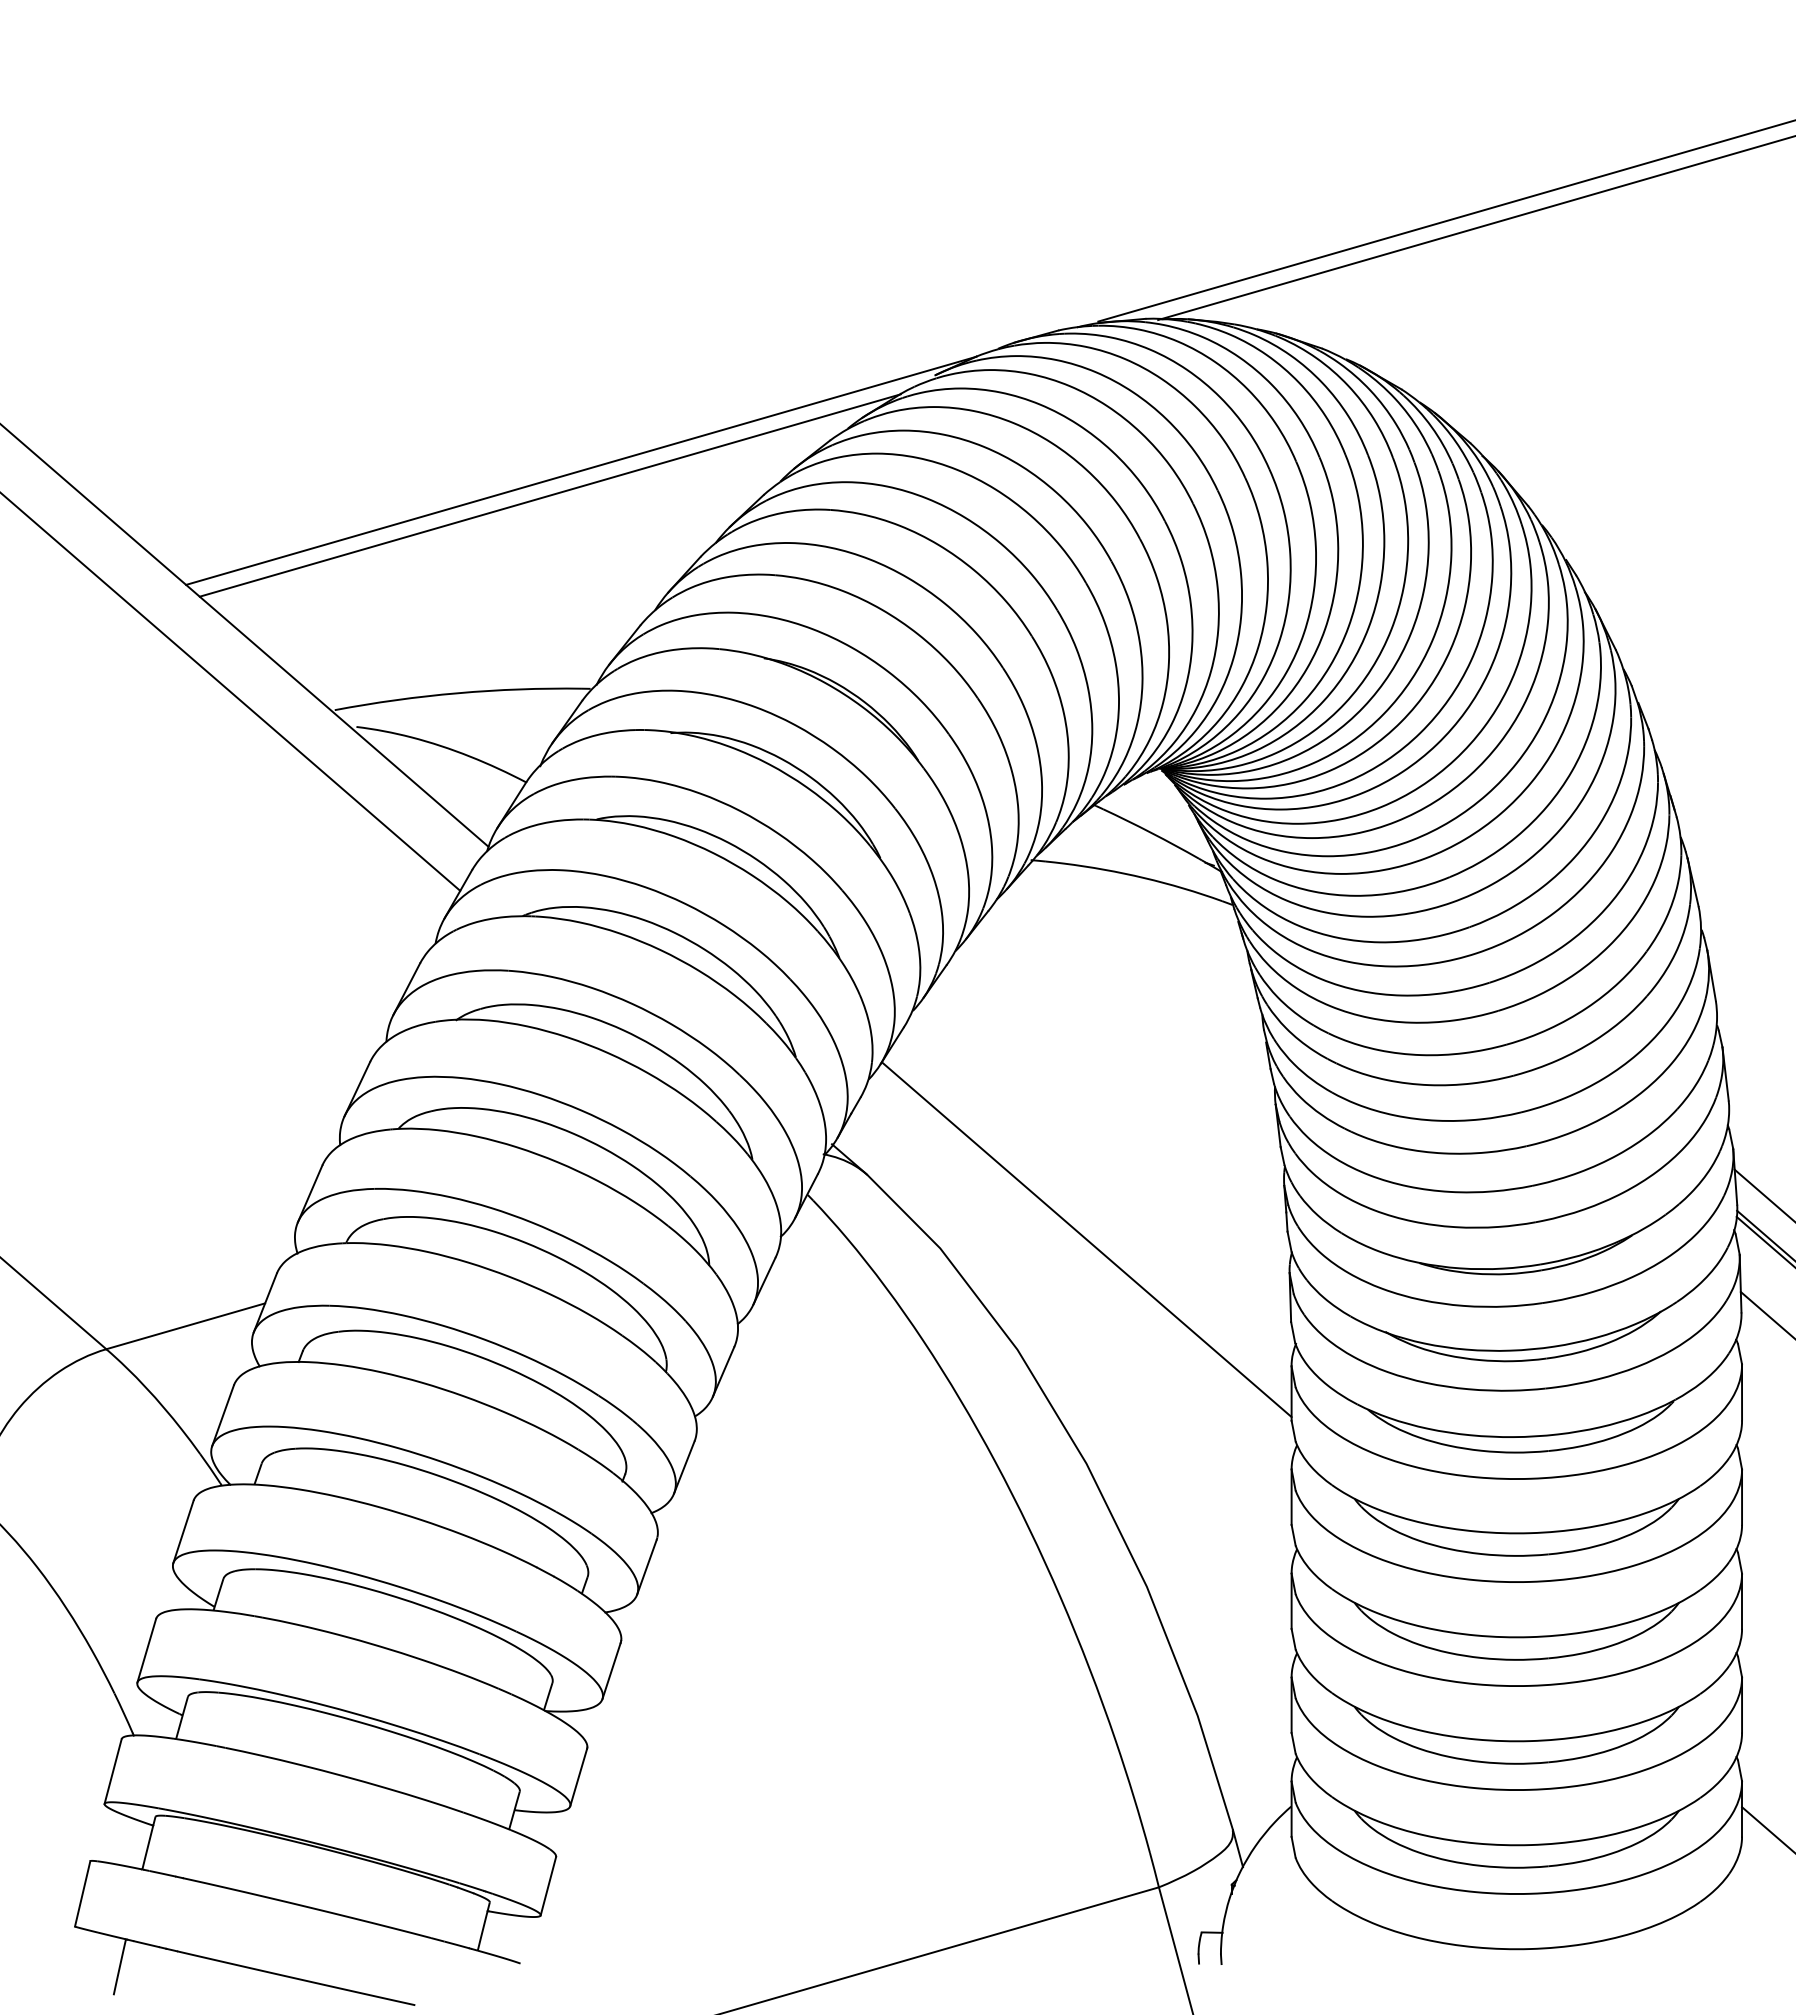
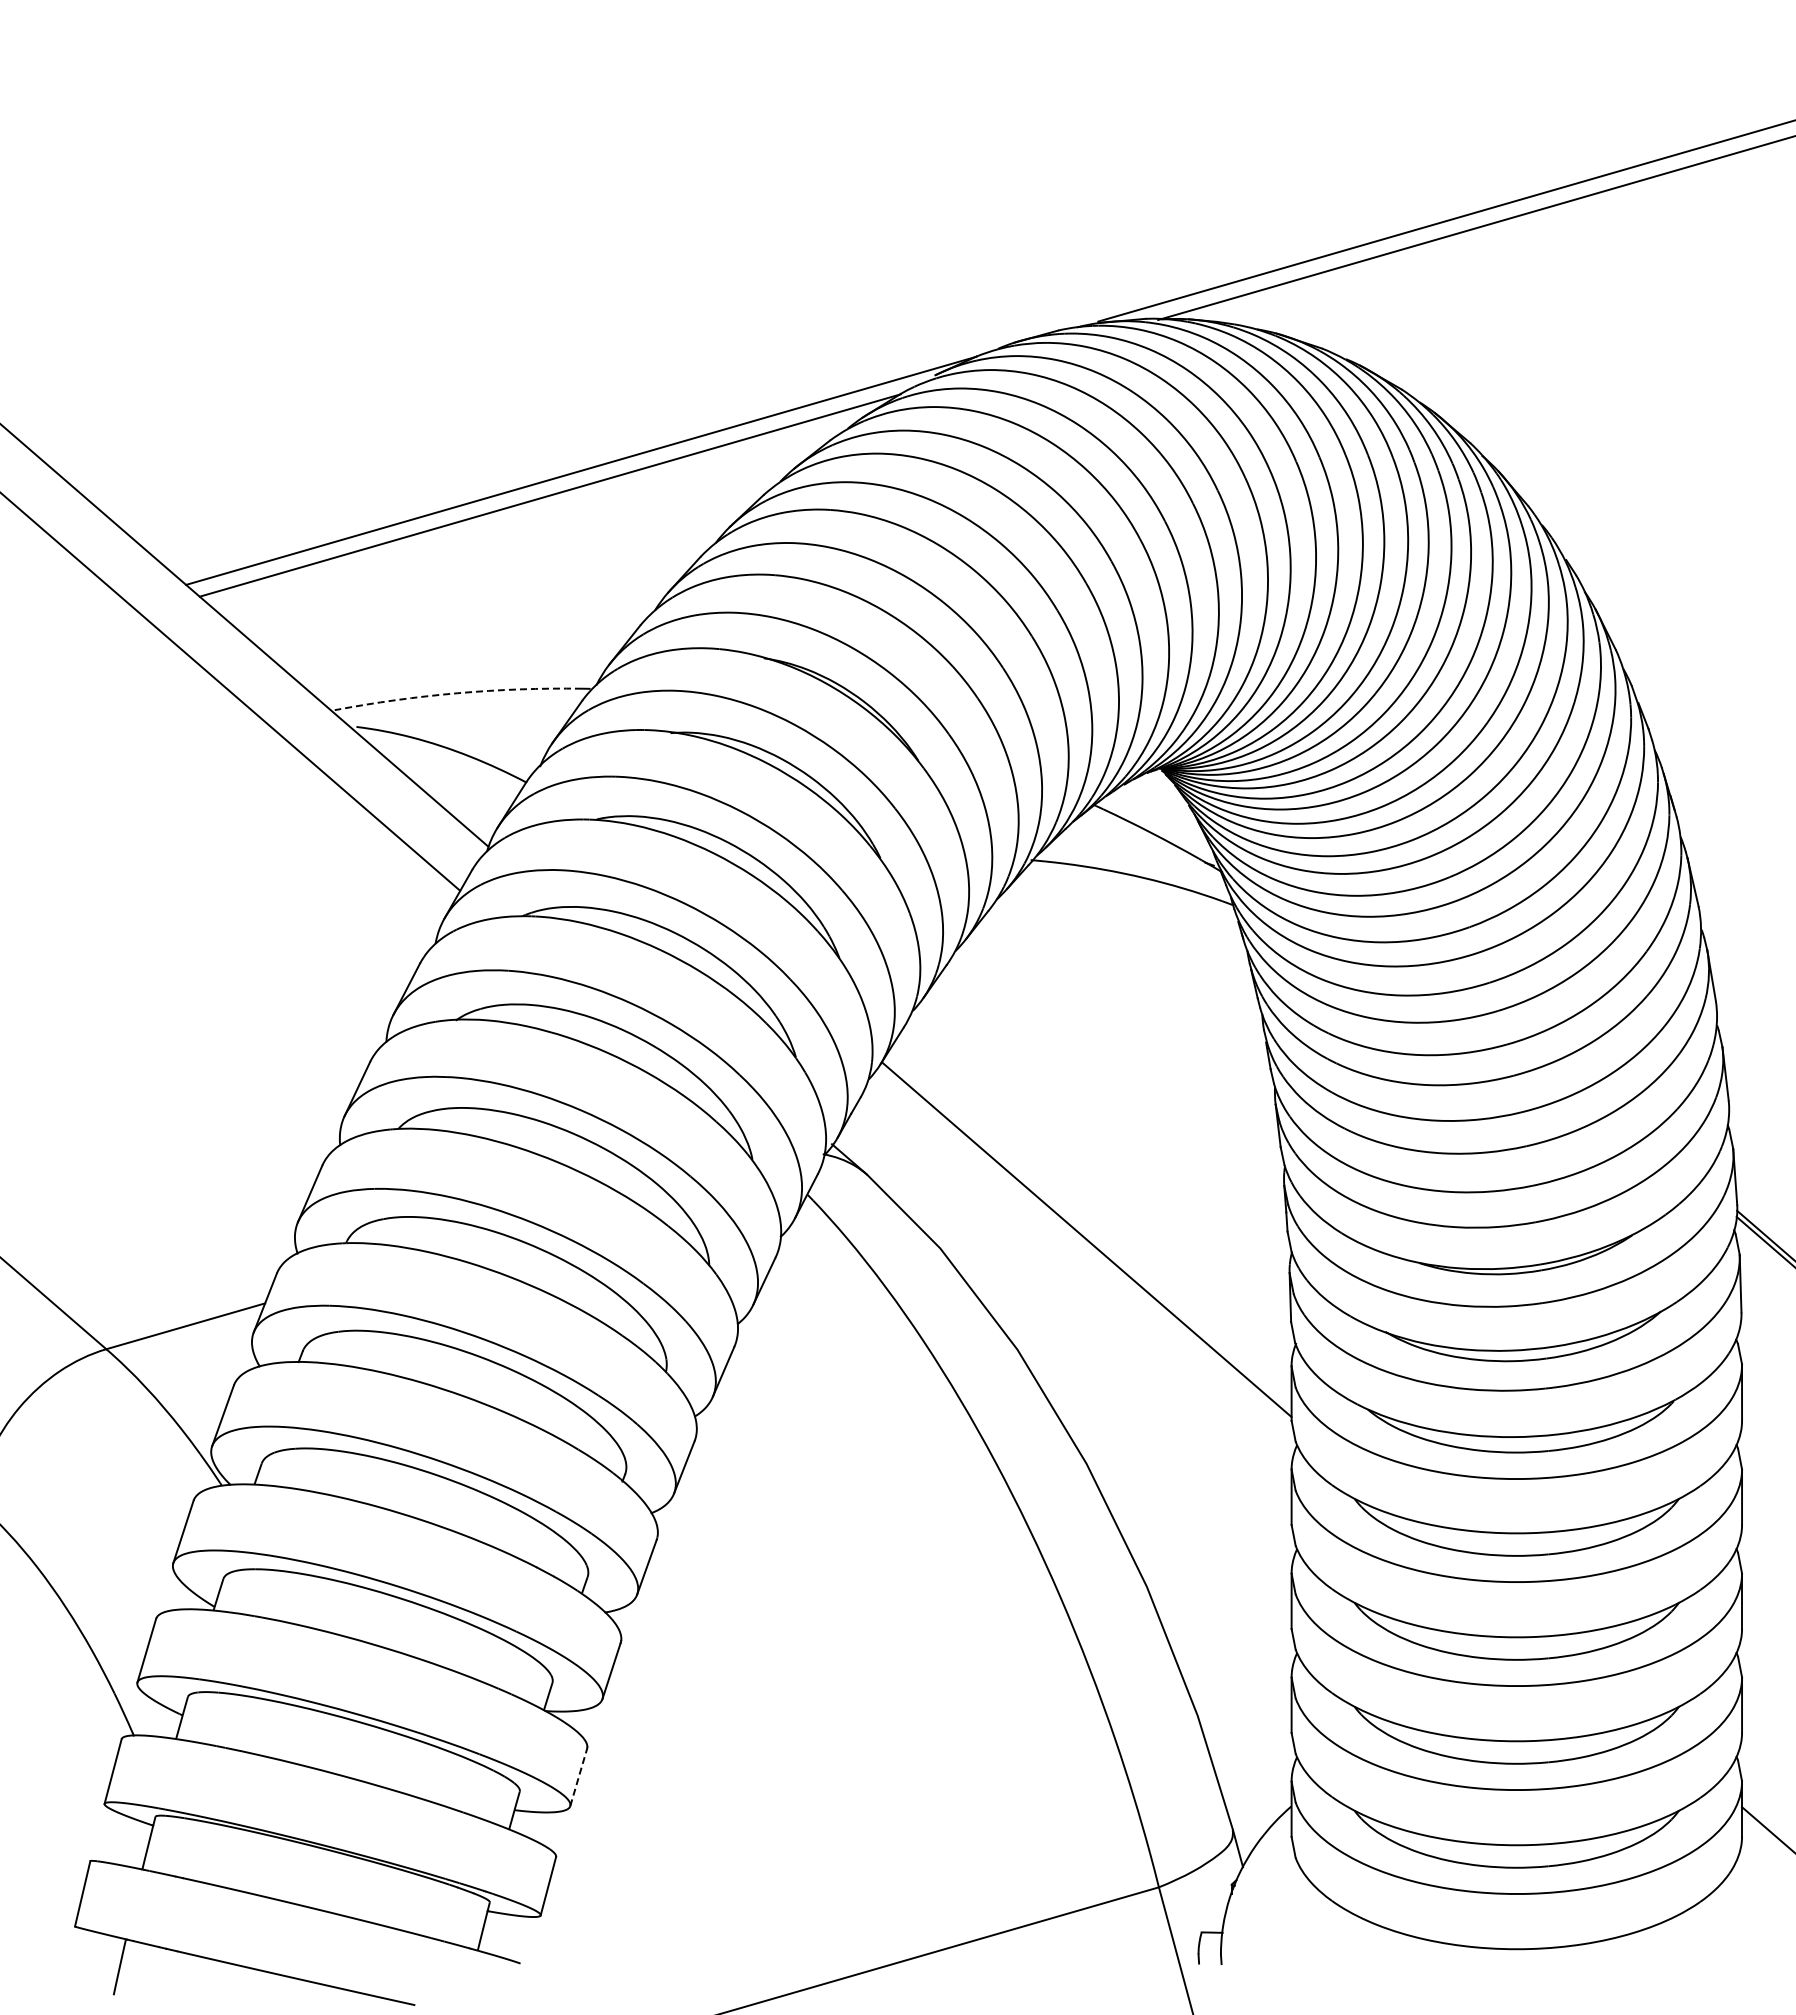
arc at (457, 693): solid -> dashed
line at (1763, 1194): present -> none
line at (1766, 1313): present -> none
line at (578, 1777): solid -> dashed
